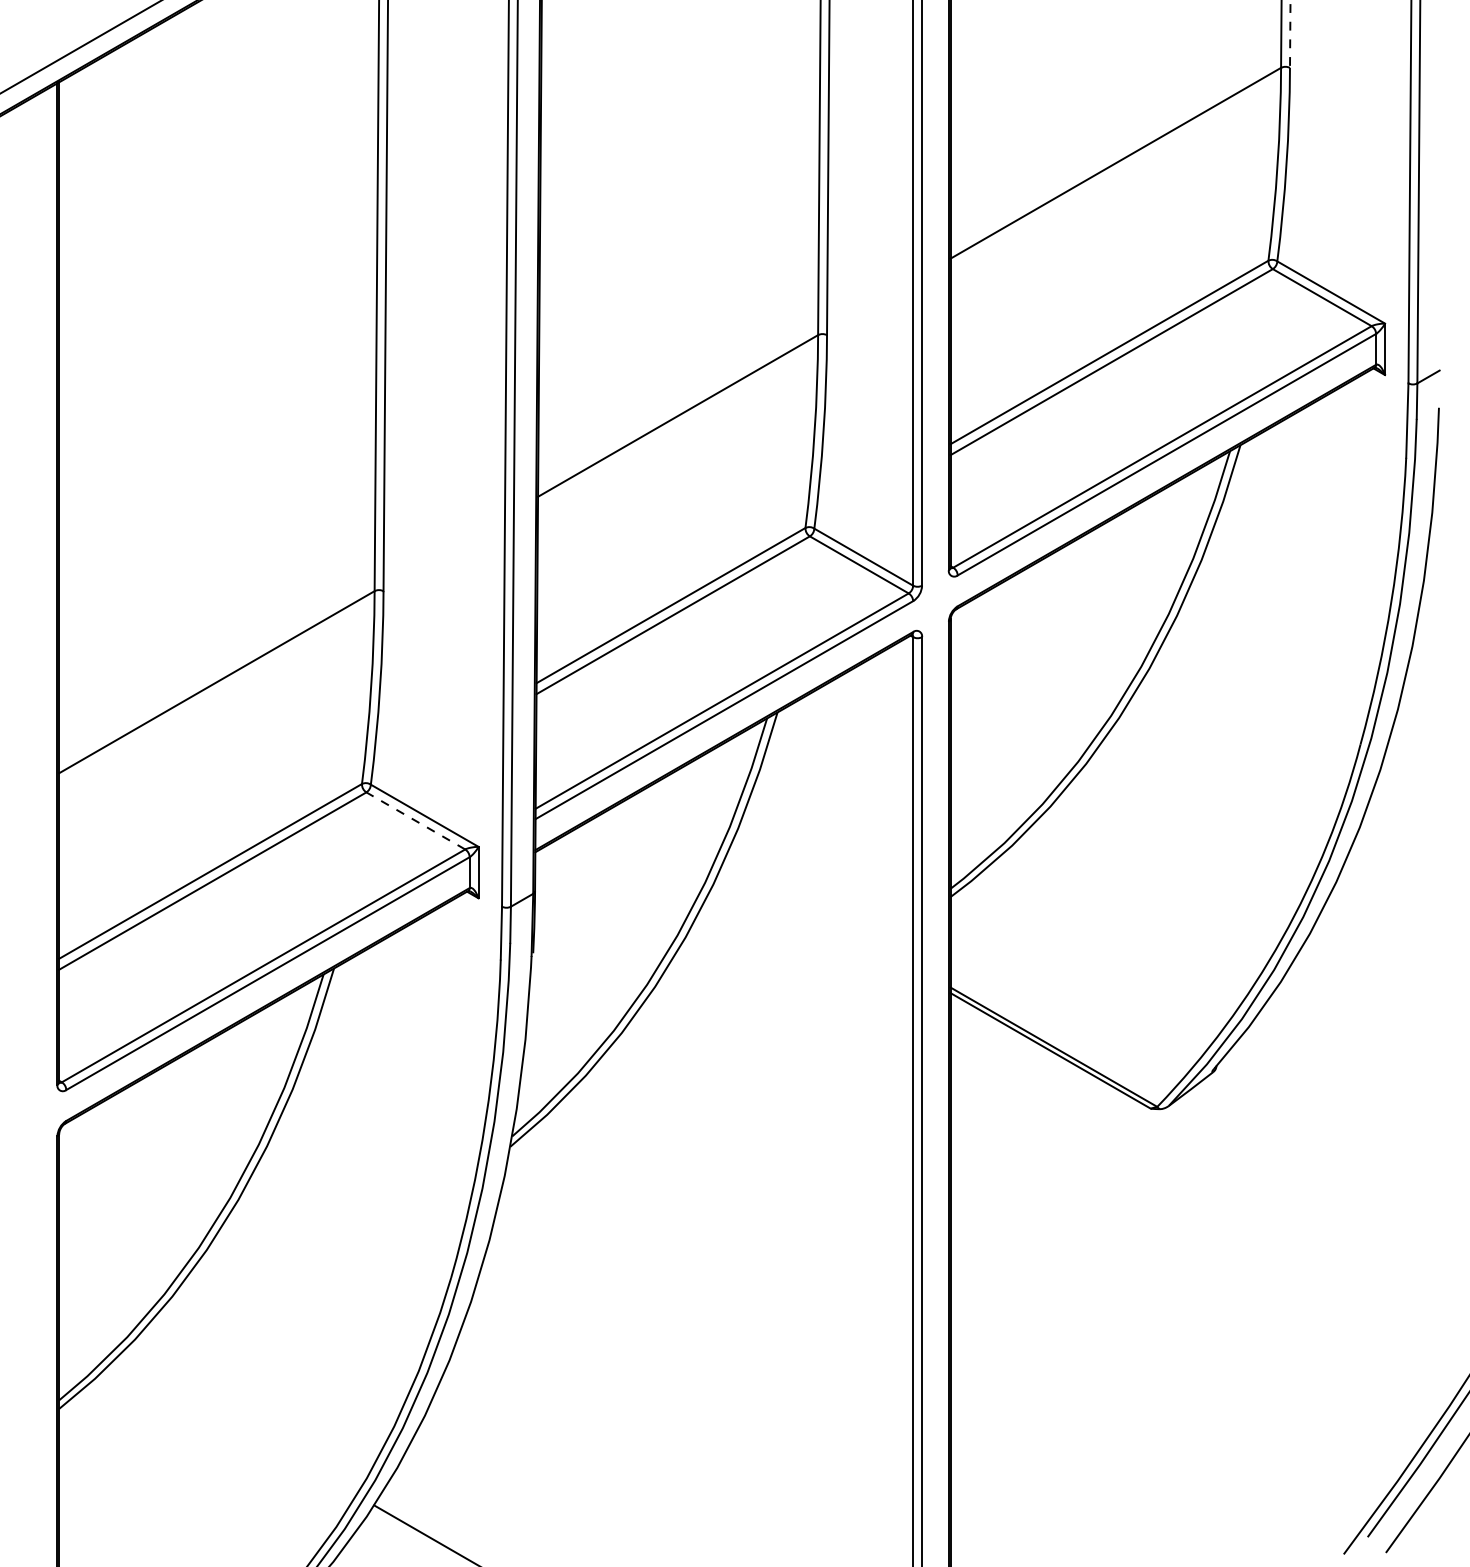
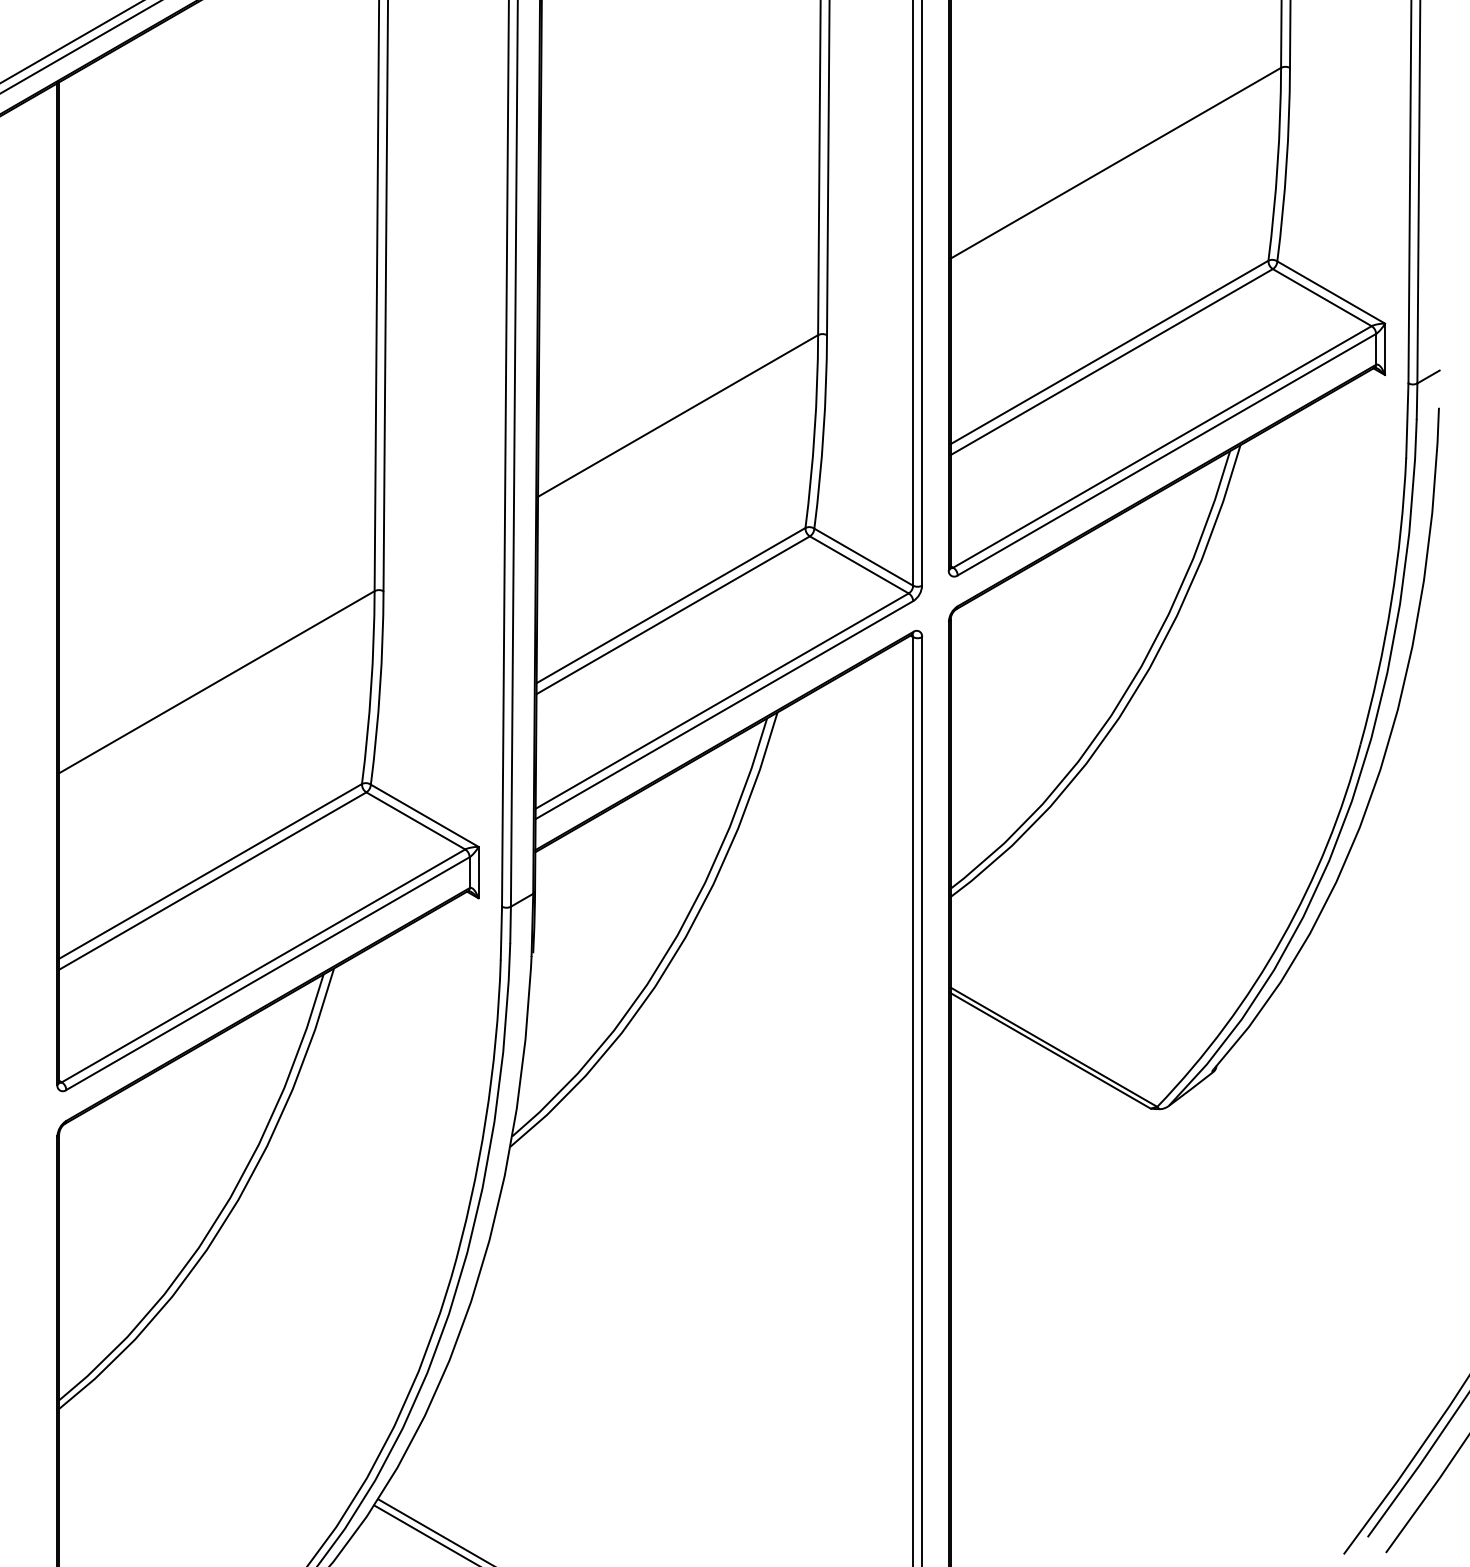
line at (1290, 33): dashed -> solid
line at (71, 42): none -> present
line at (415, 820): dashed -> solid
line at (434, 1531): none -> present
